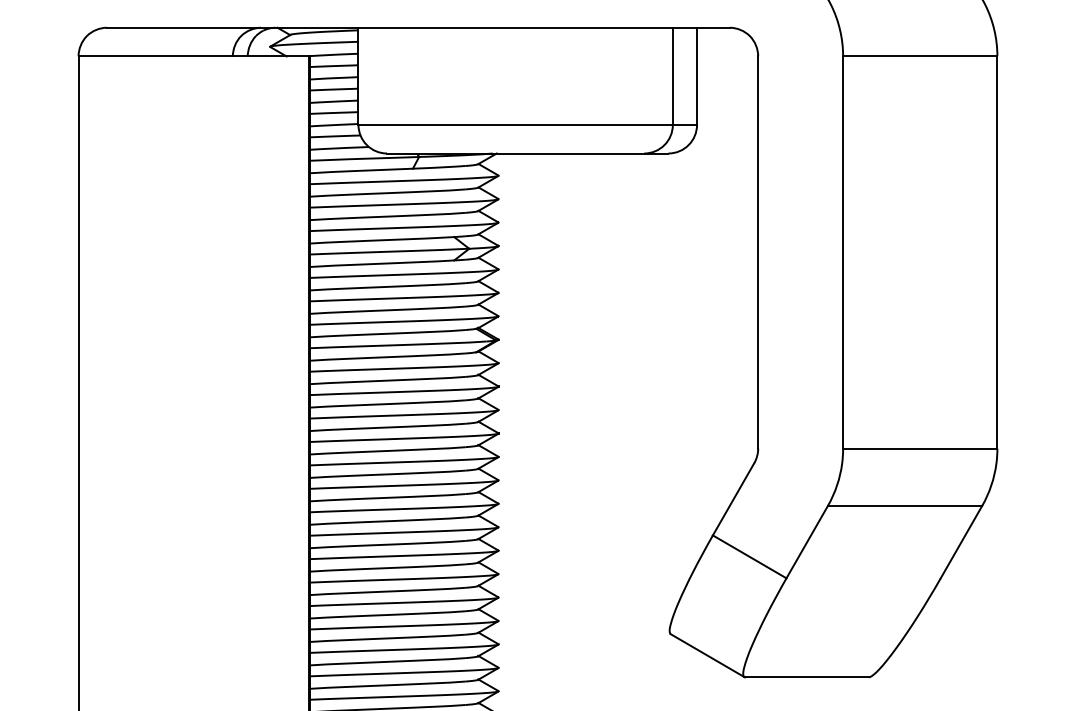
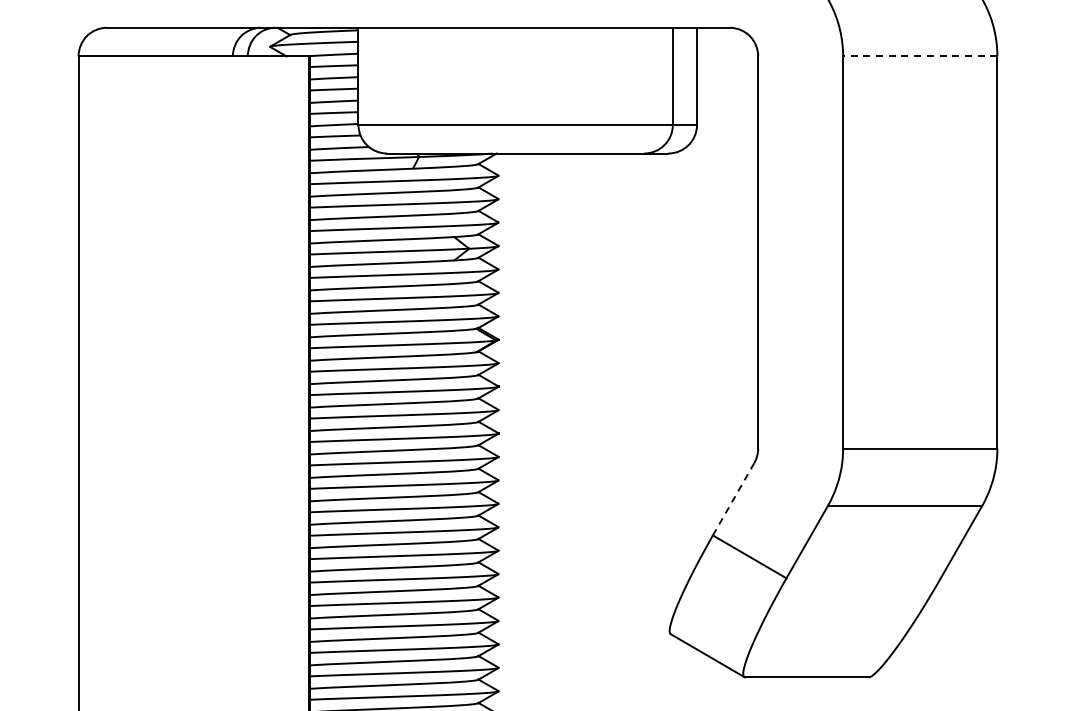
line at (919, 56): solid -> dashed
line at (733, 499): solid -> dashed
